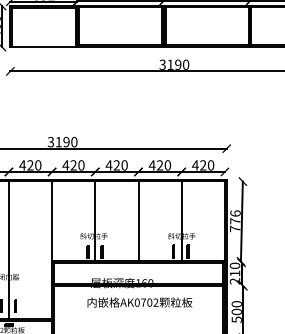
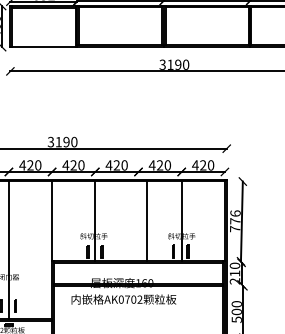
line at (138, 220) position: (138, 220) -> (146, 220)
text at (139, 302) position: (139, 302) -> (123, 299)
